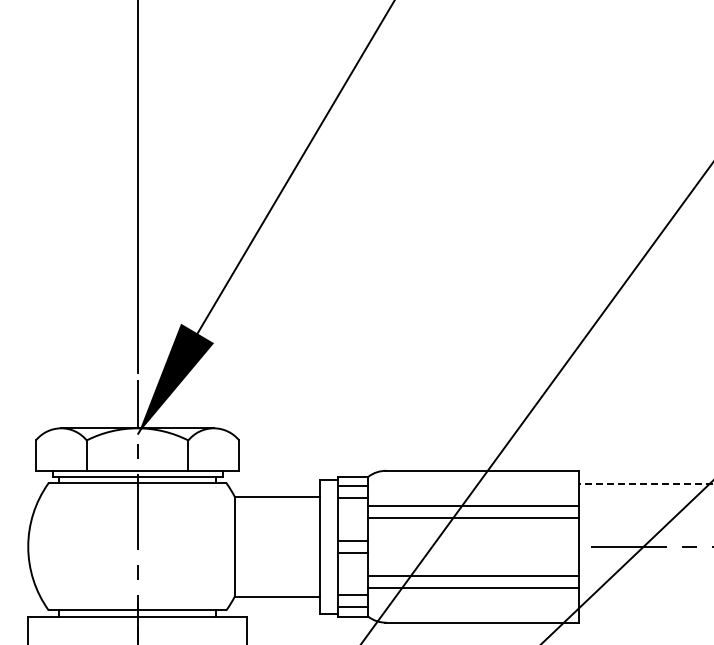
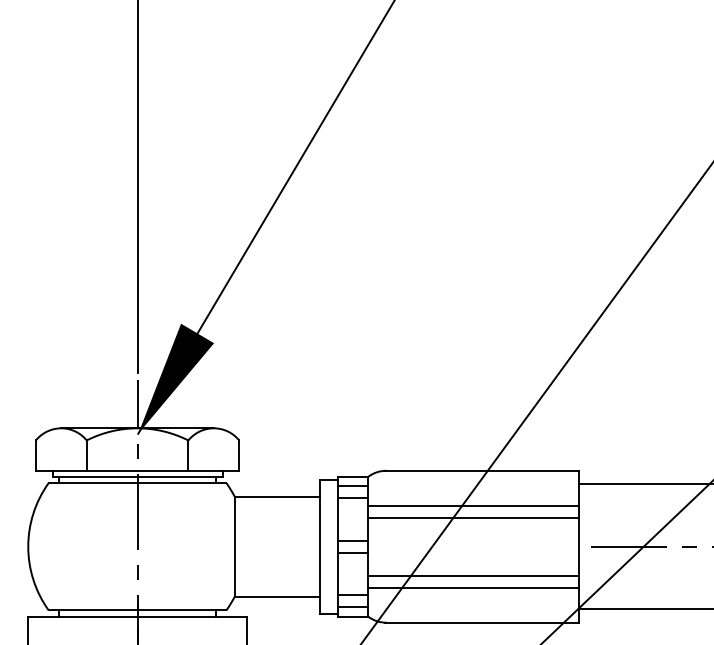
line at (645, 484): dashed -> solid
line at (644, 609): none -> present
